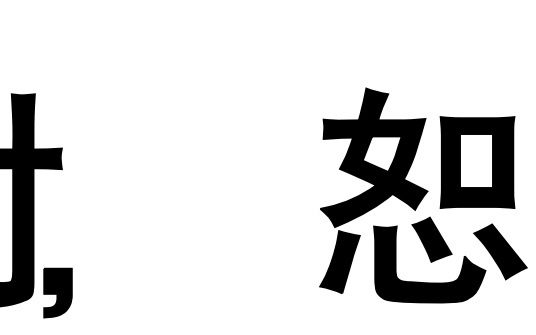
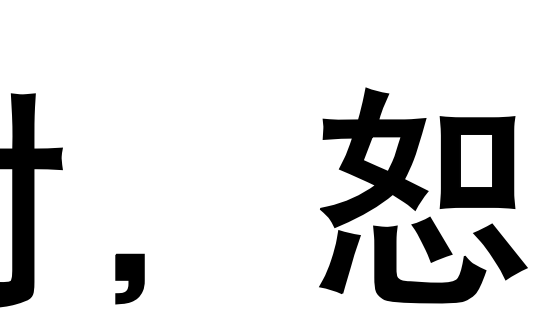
part at (57, 292) position: (57, 292) -> (129, 278)
